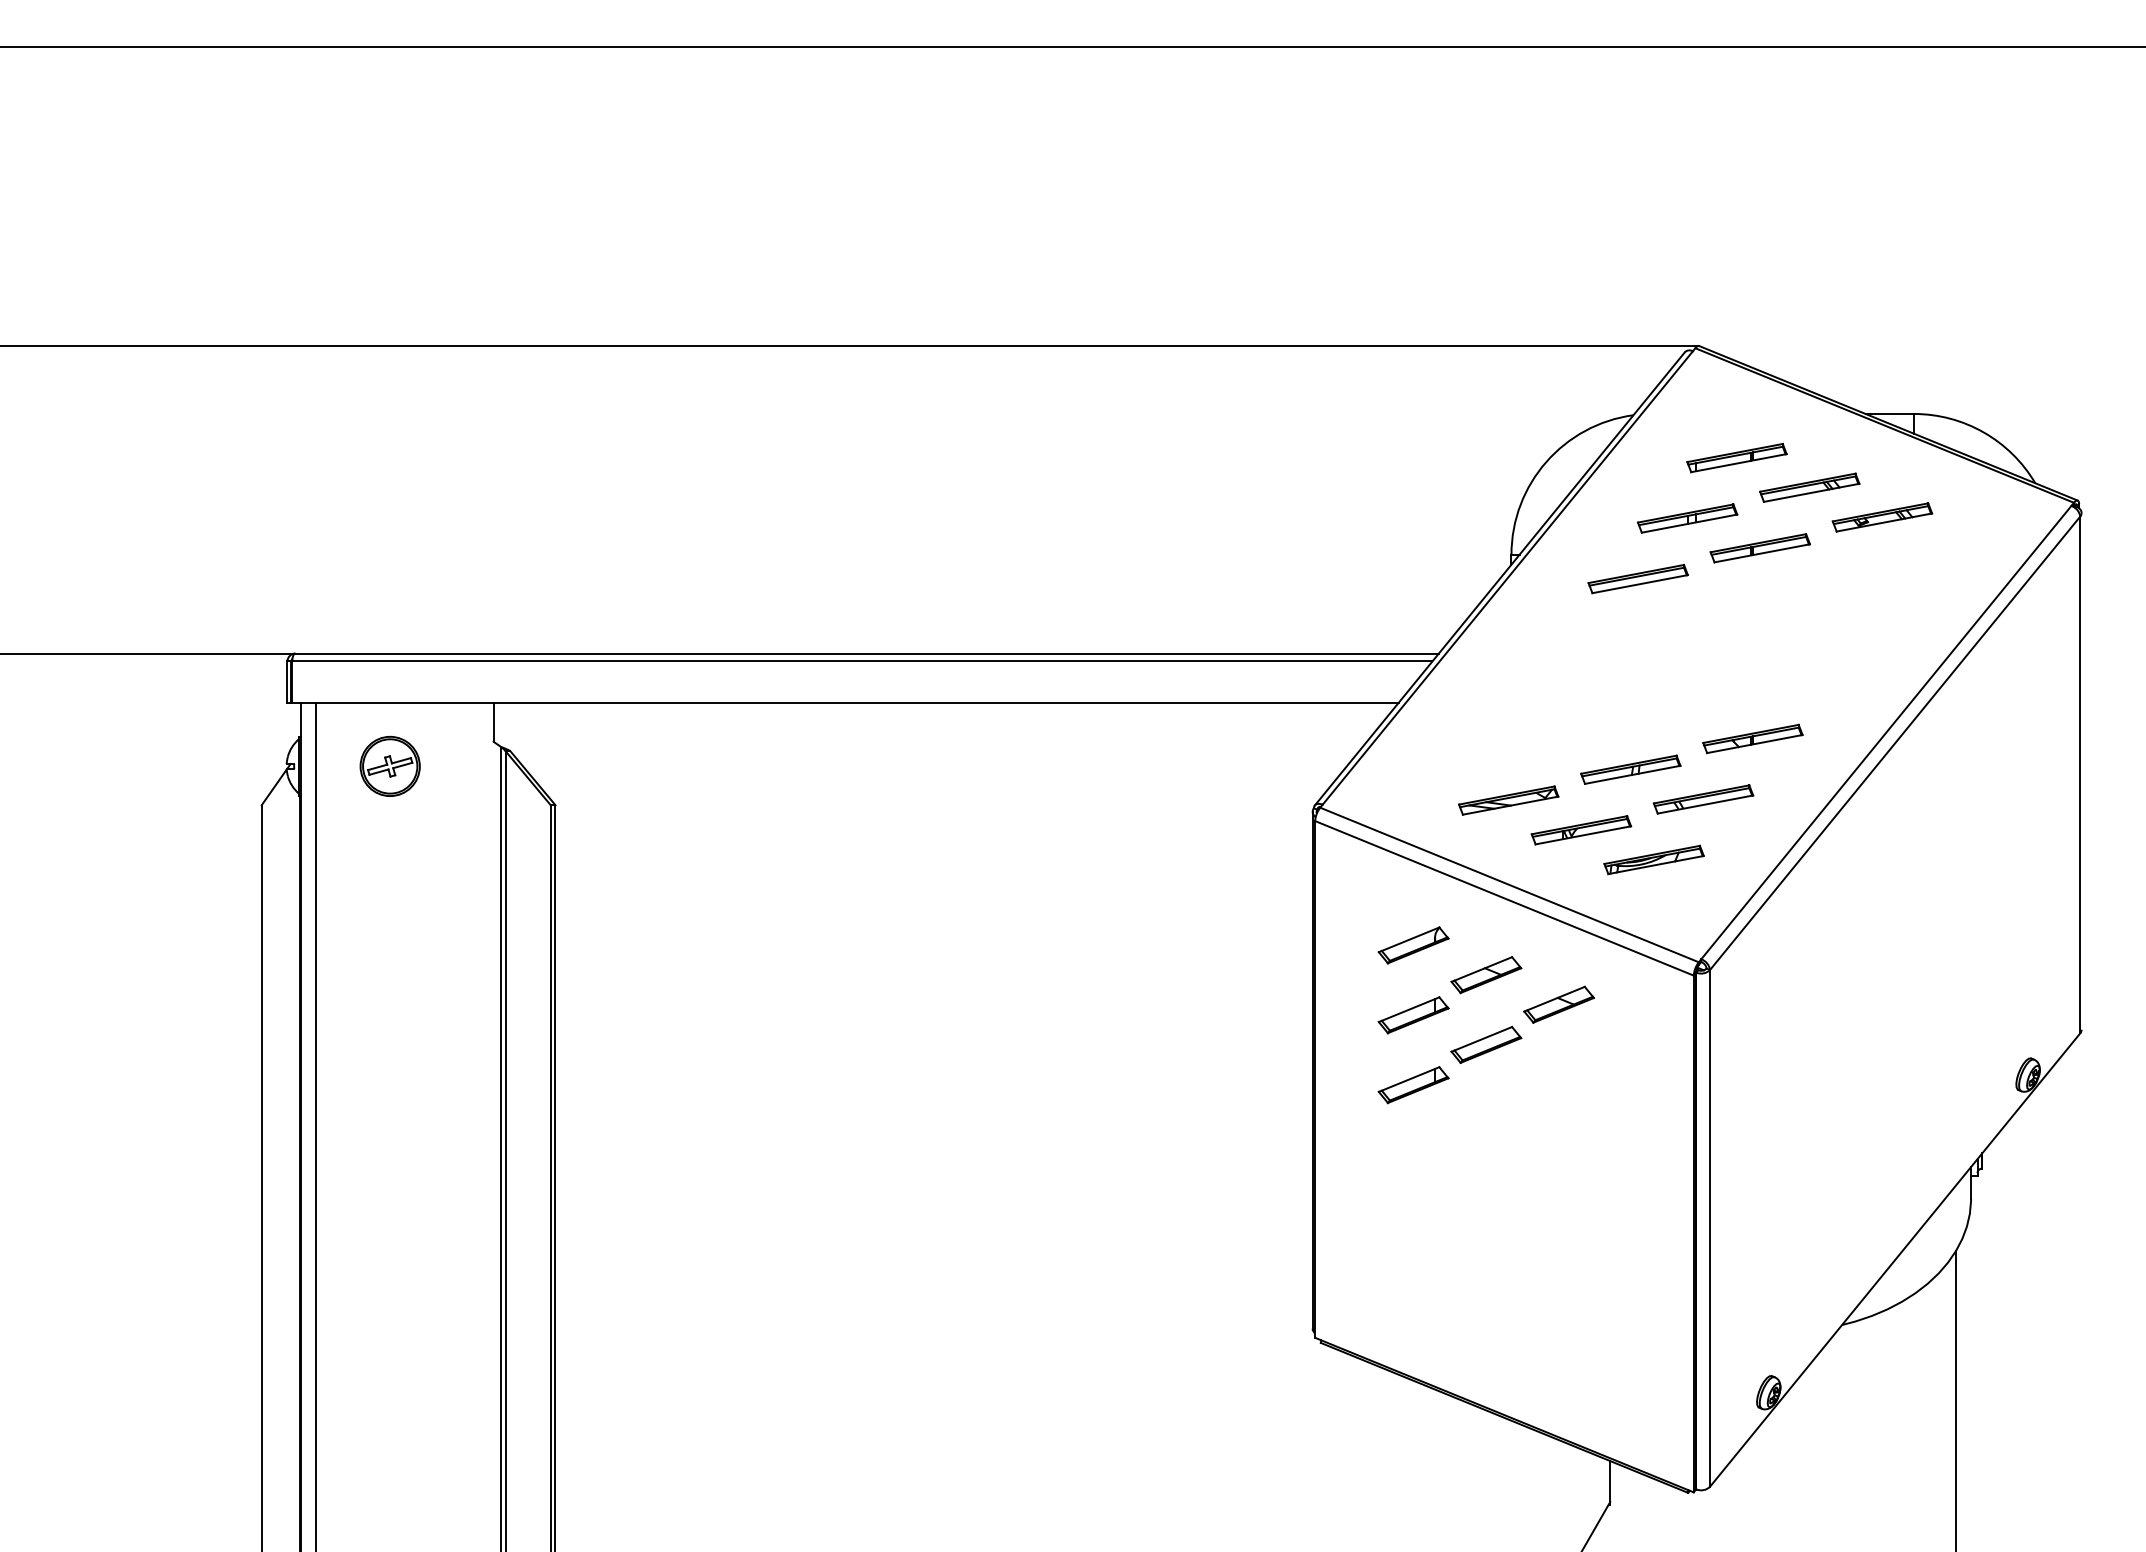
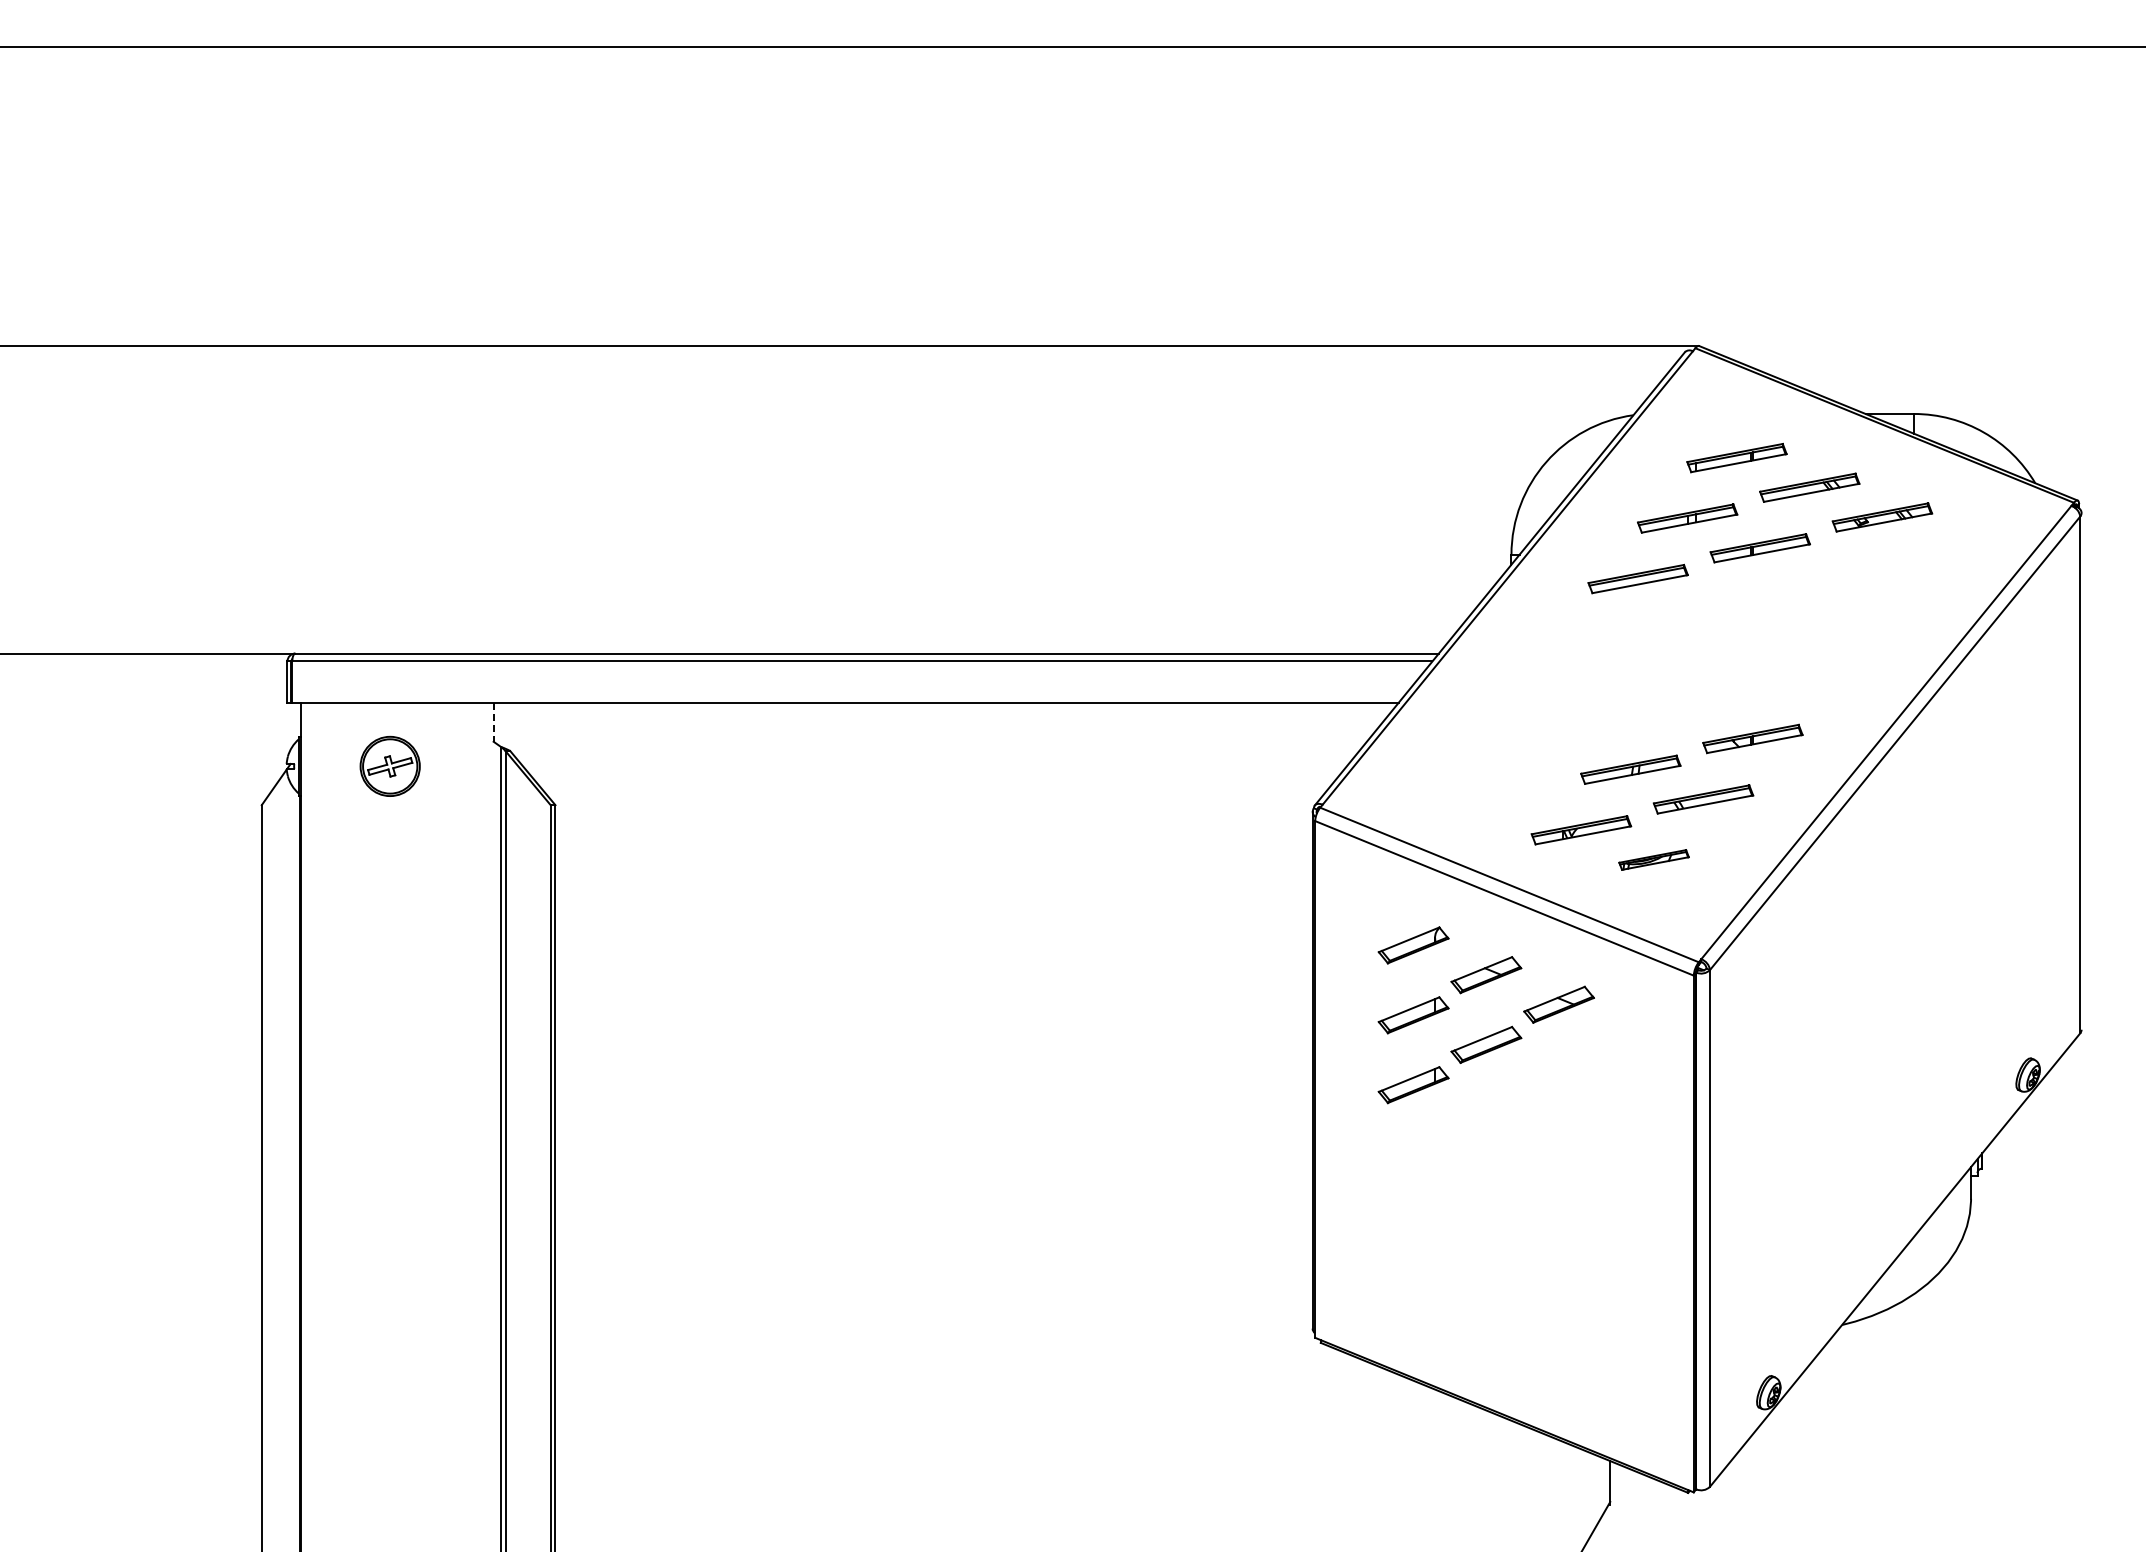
line at (493, 722): solid -> dashed
part at (1508, 800): present -> none
part at (1653, 859) size: 102x32 px -> 72x22 px
line at (315, 1125): present -> none
line at (1956, 1399): present -> none
